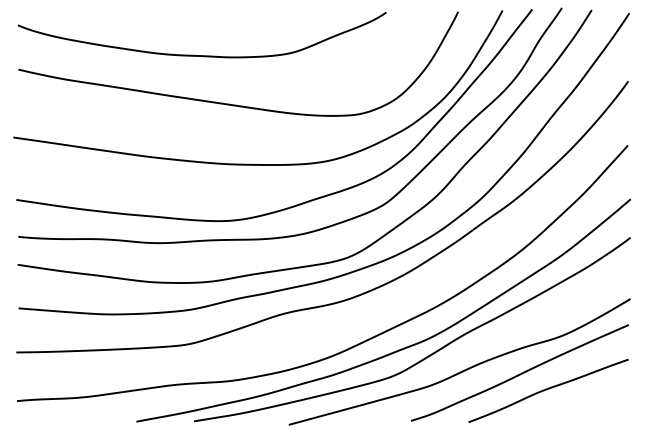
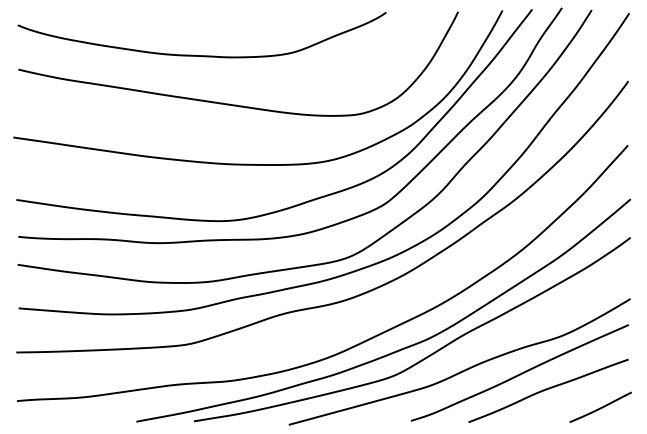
line at (601, 406): none -> present
